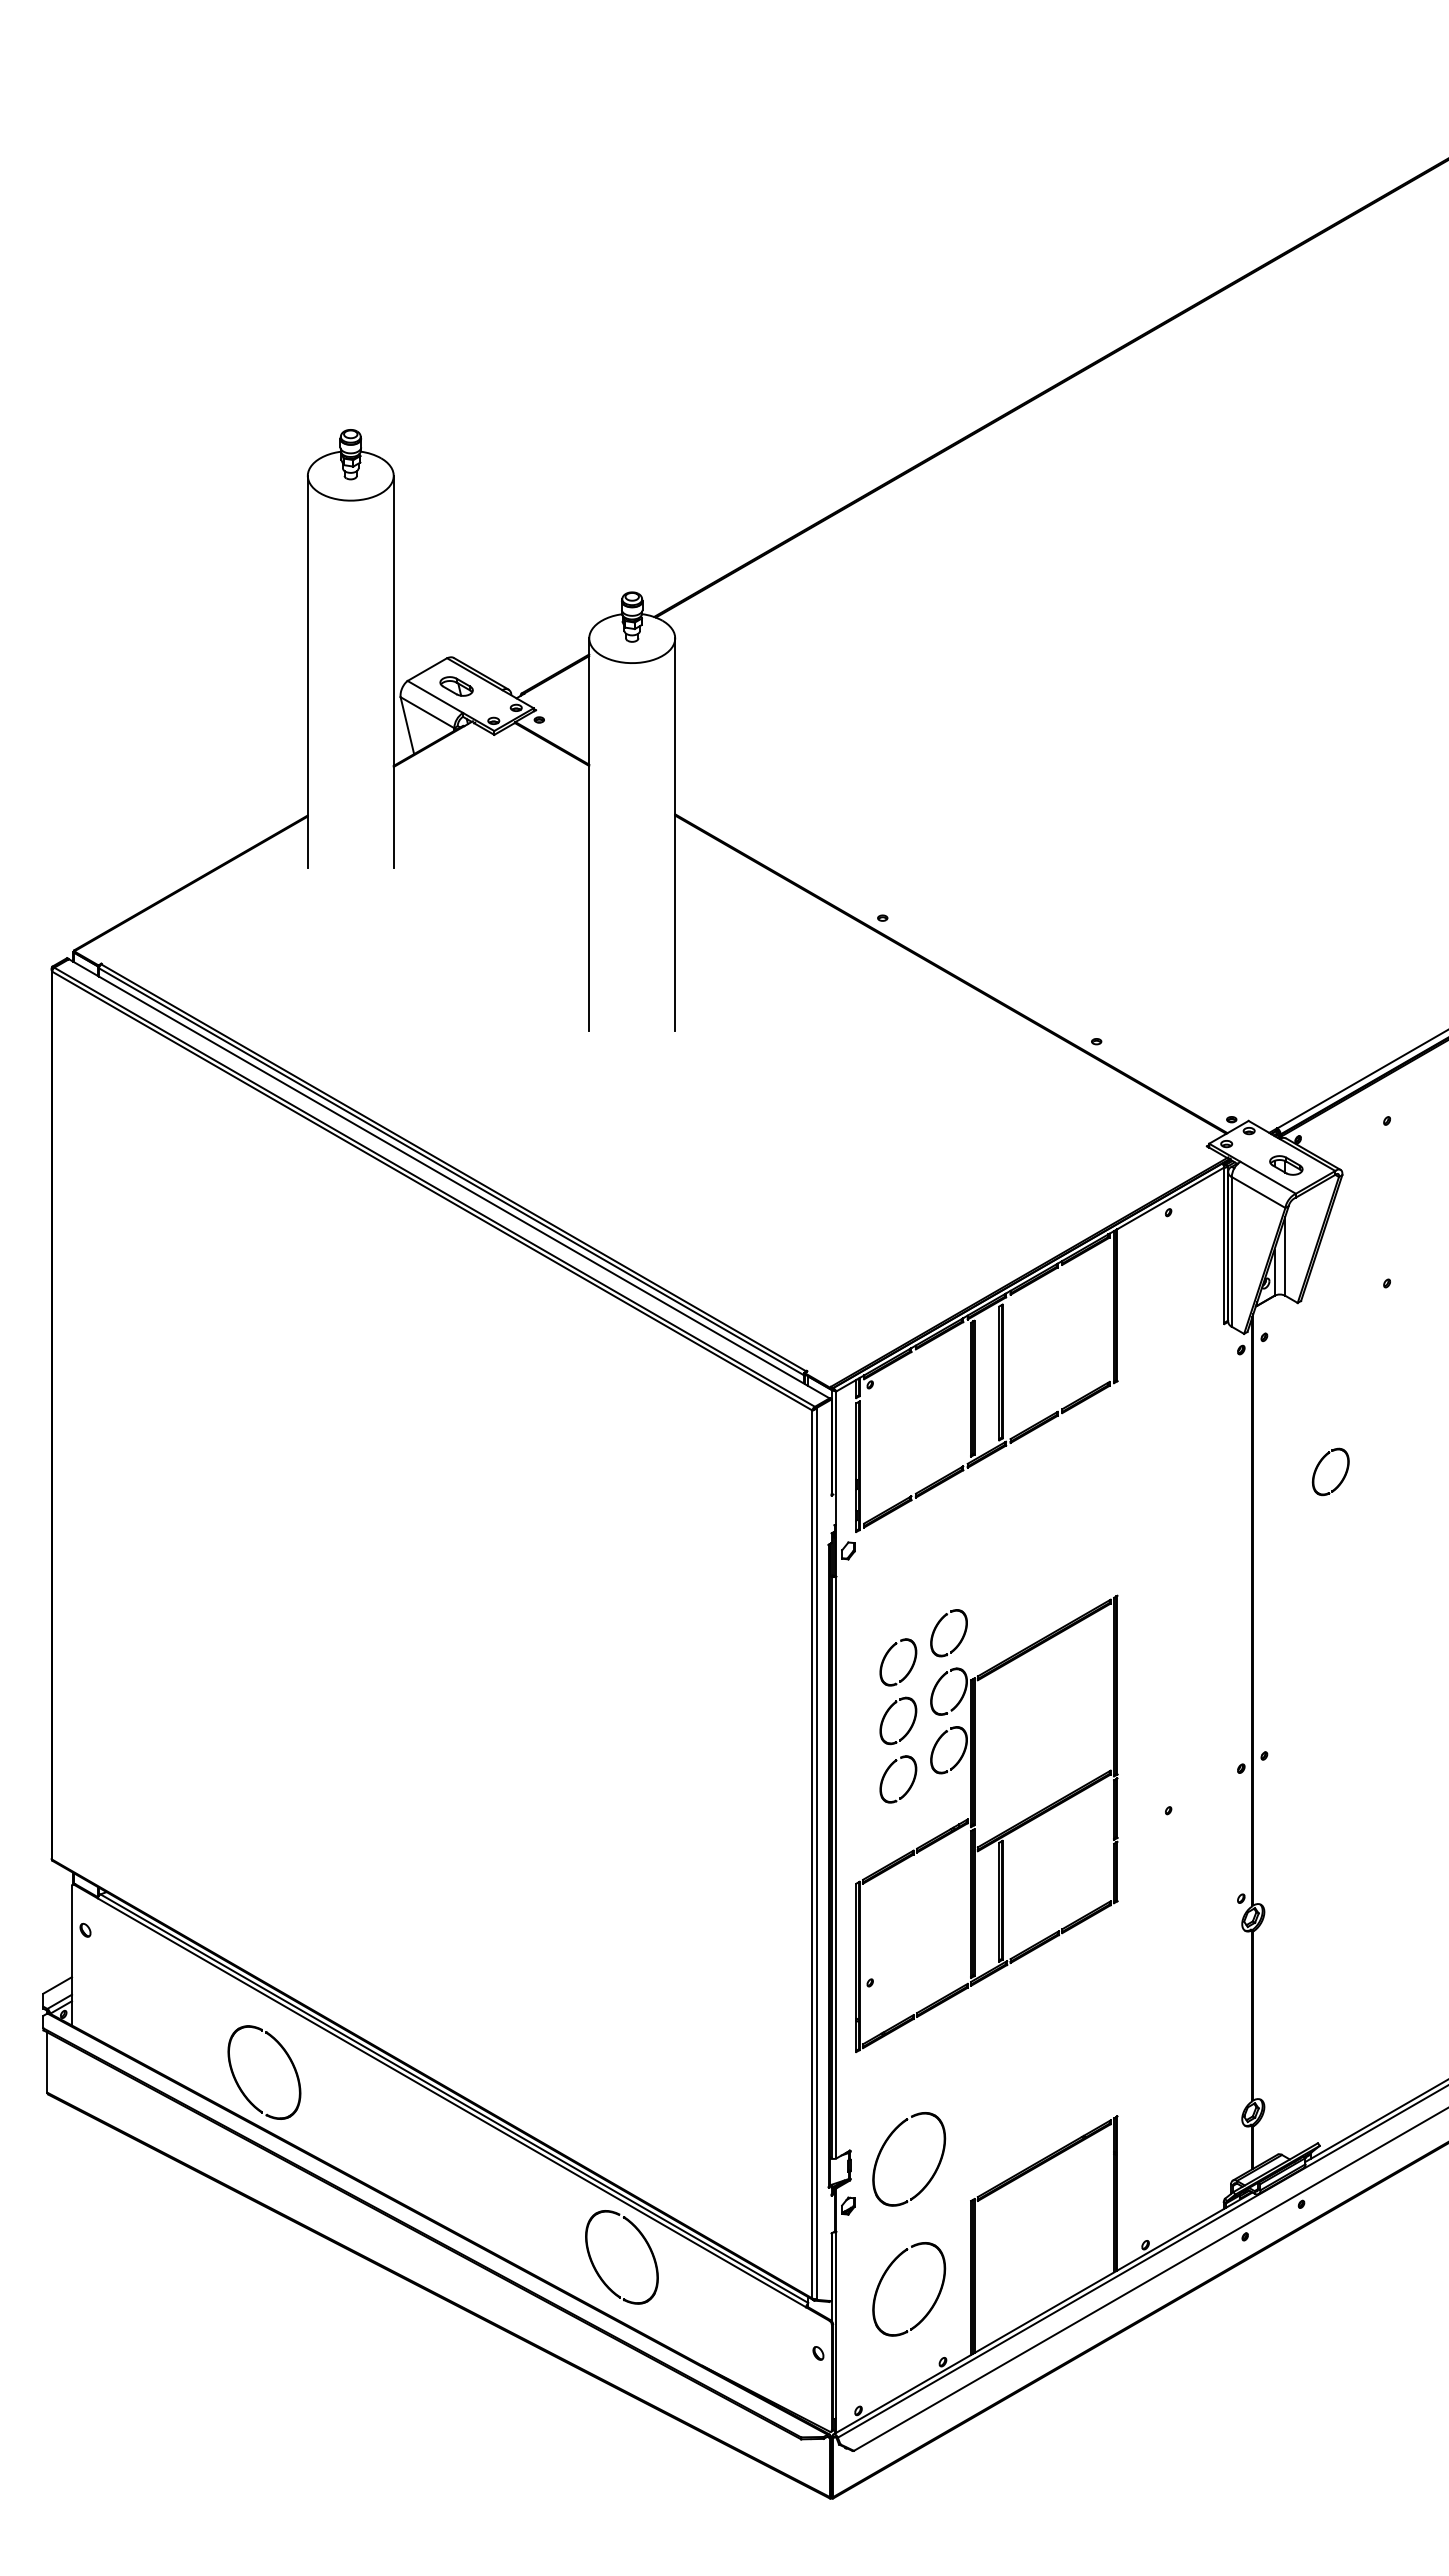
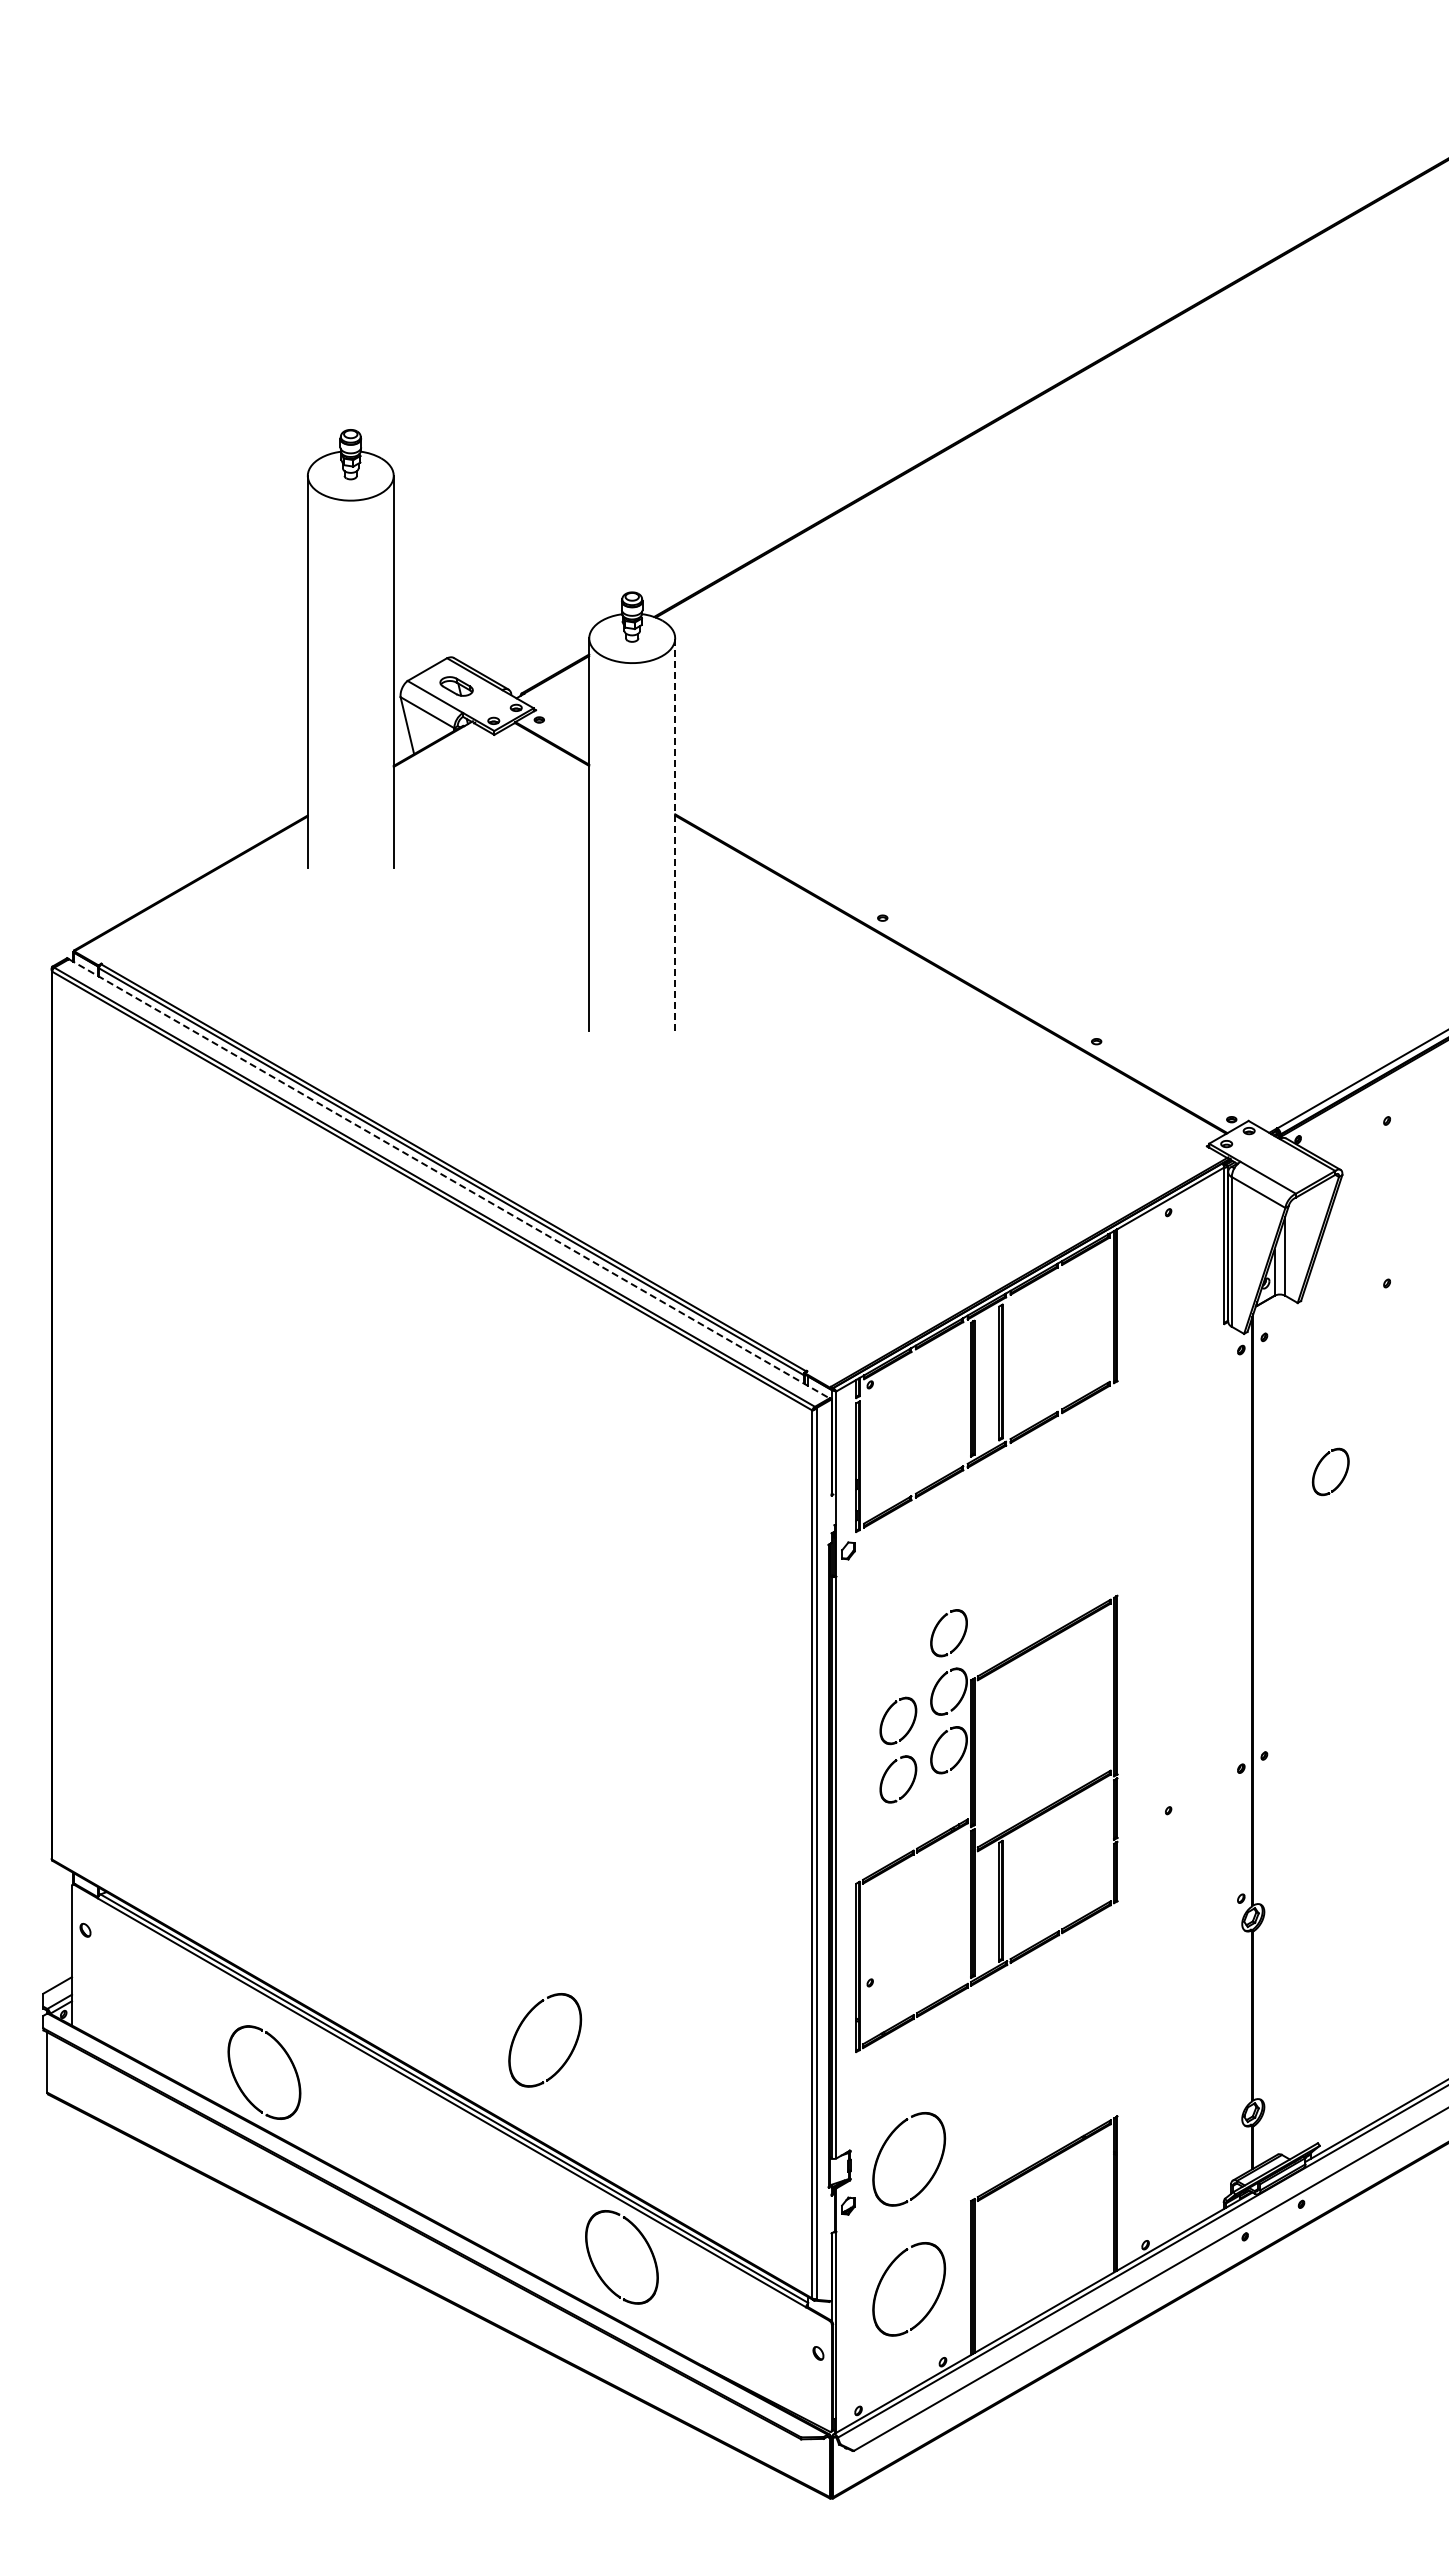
line at (675, 834): solid -> dashed
part at (1286, 1165): present -> none
line at (449, 1179): solid -> dashed
part at (910, 1667): present -> none
part at (568, 2055): none -> present
